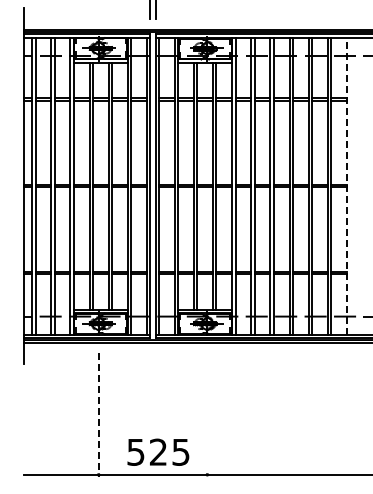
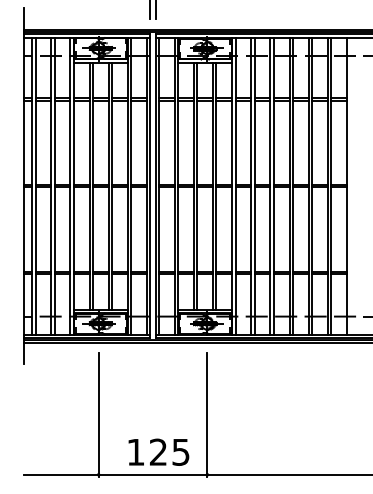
line at (346, 186): dashed -> solid
line at (98, 415): dashed -> solid
line at (207, 415): none -> present
text at (135, 452): 525 -> 125
